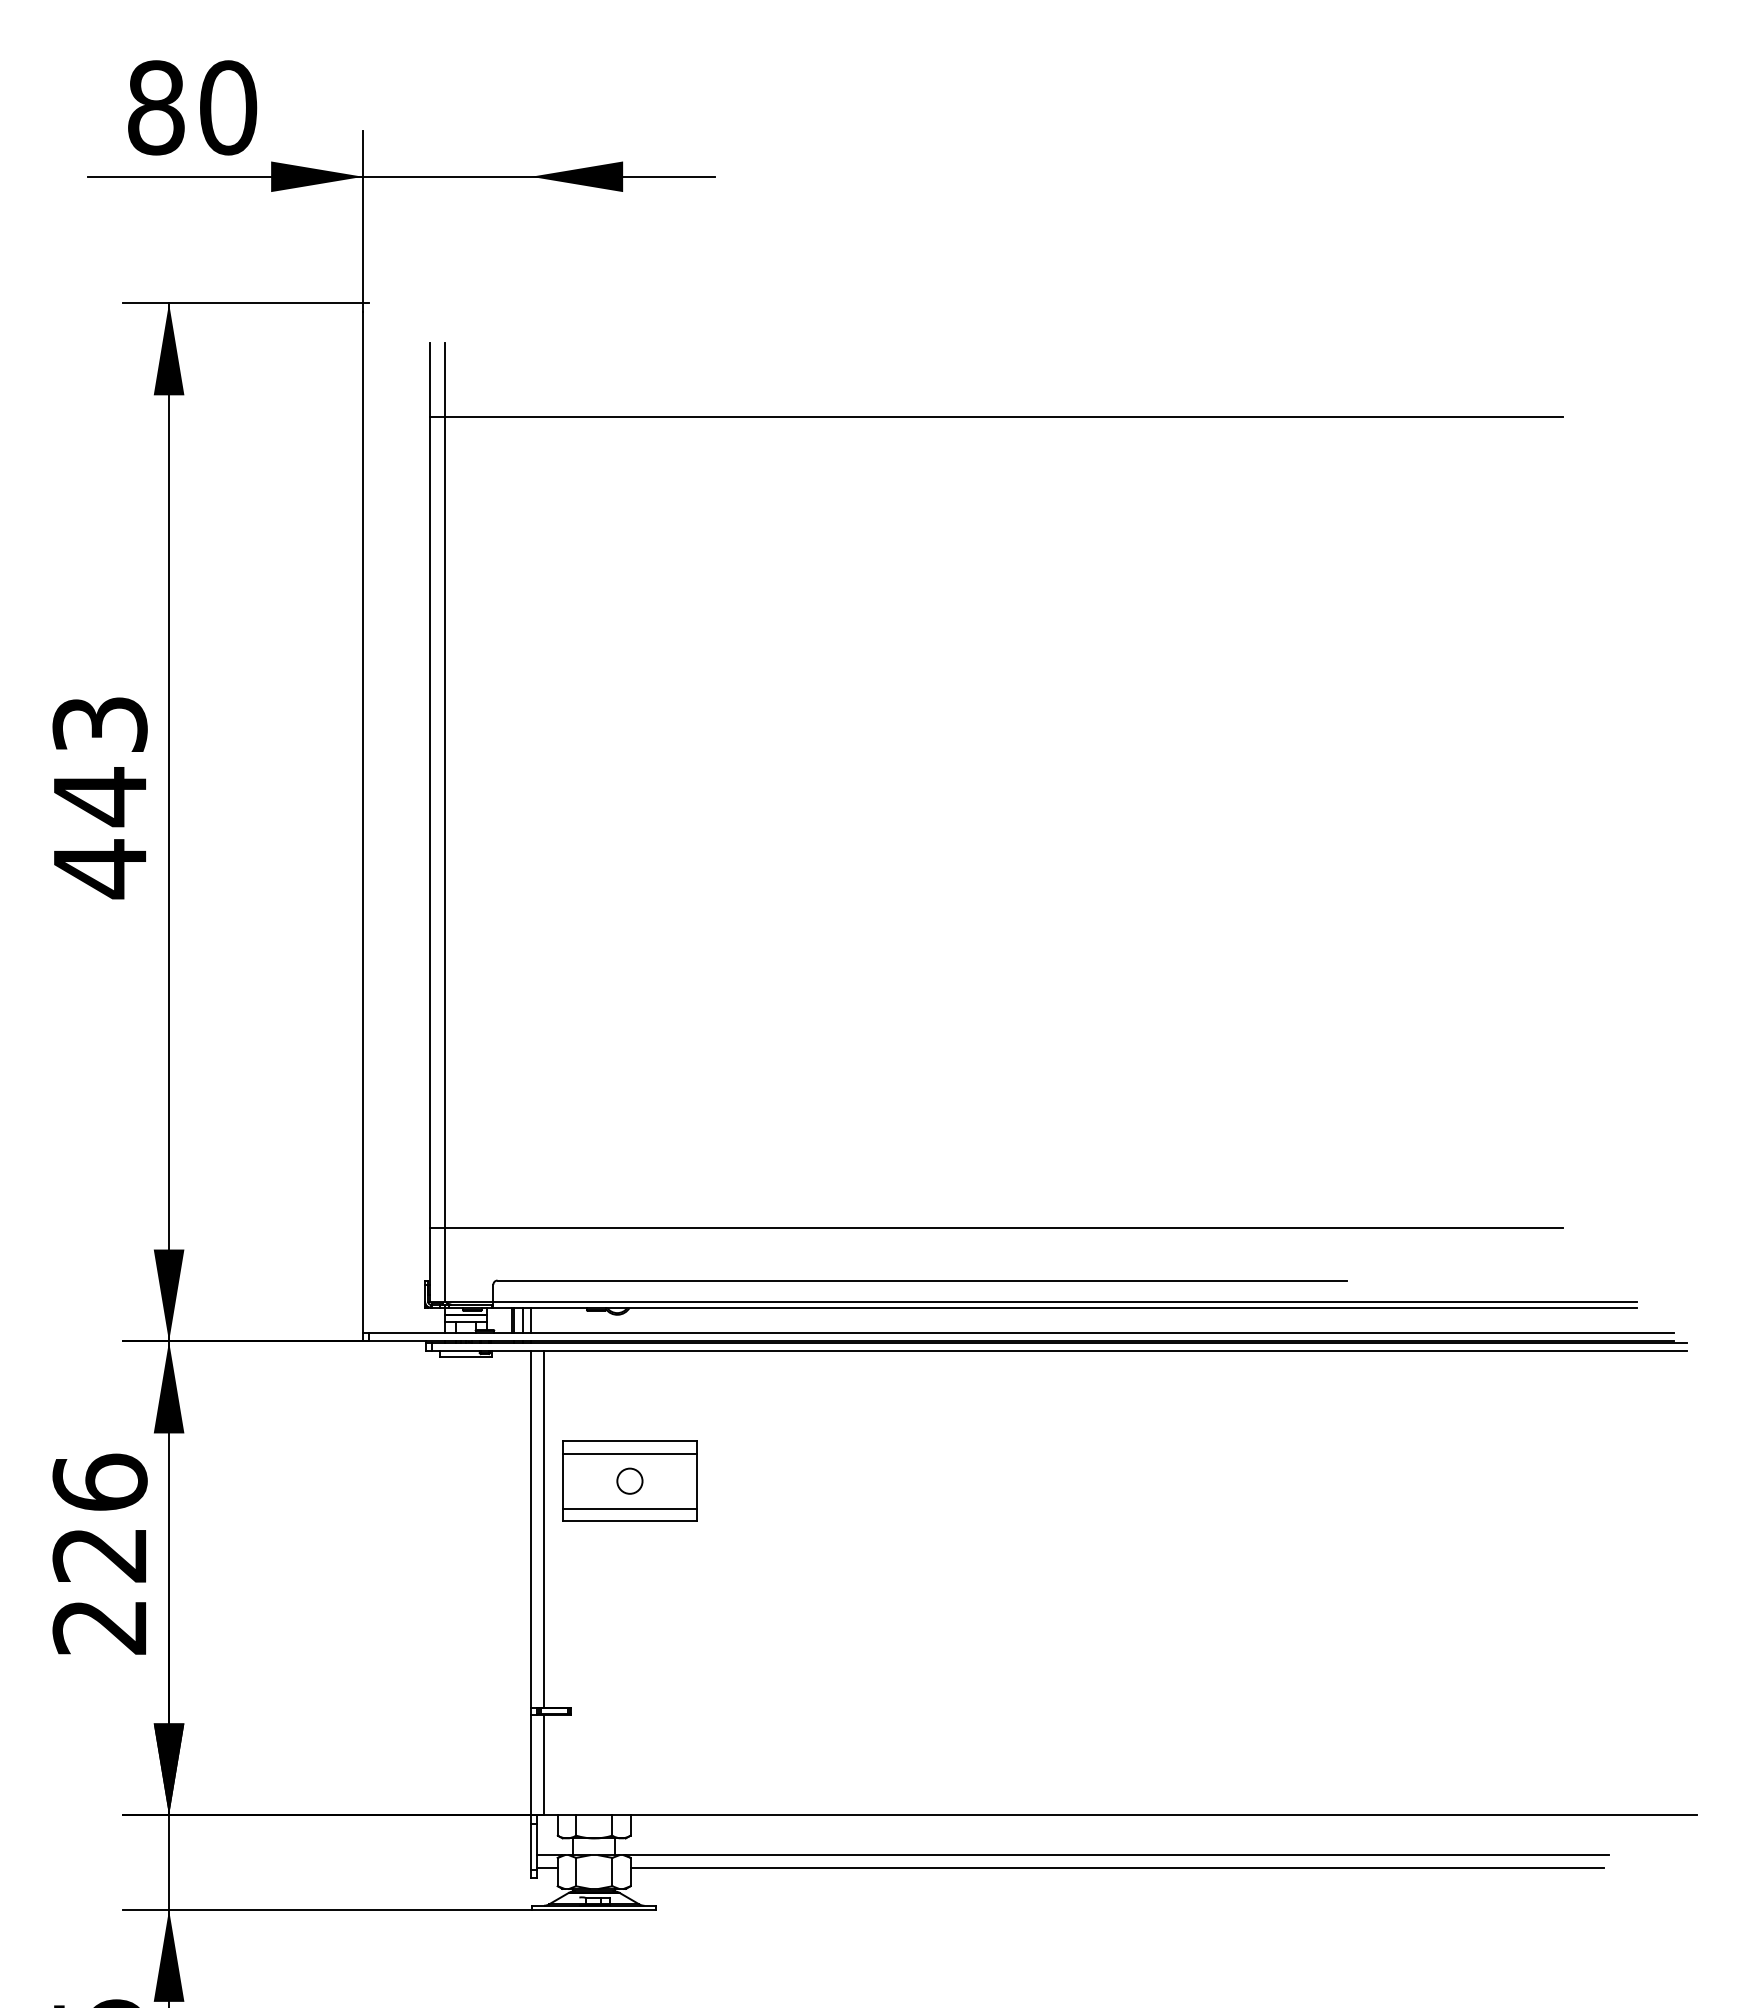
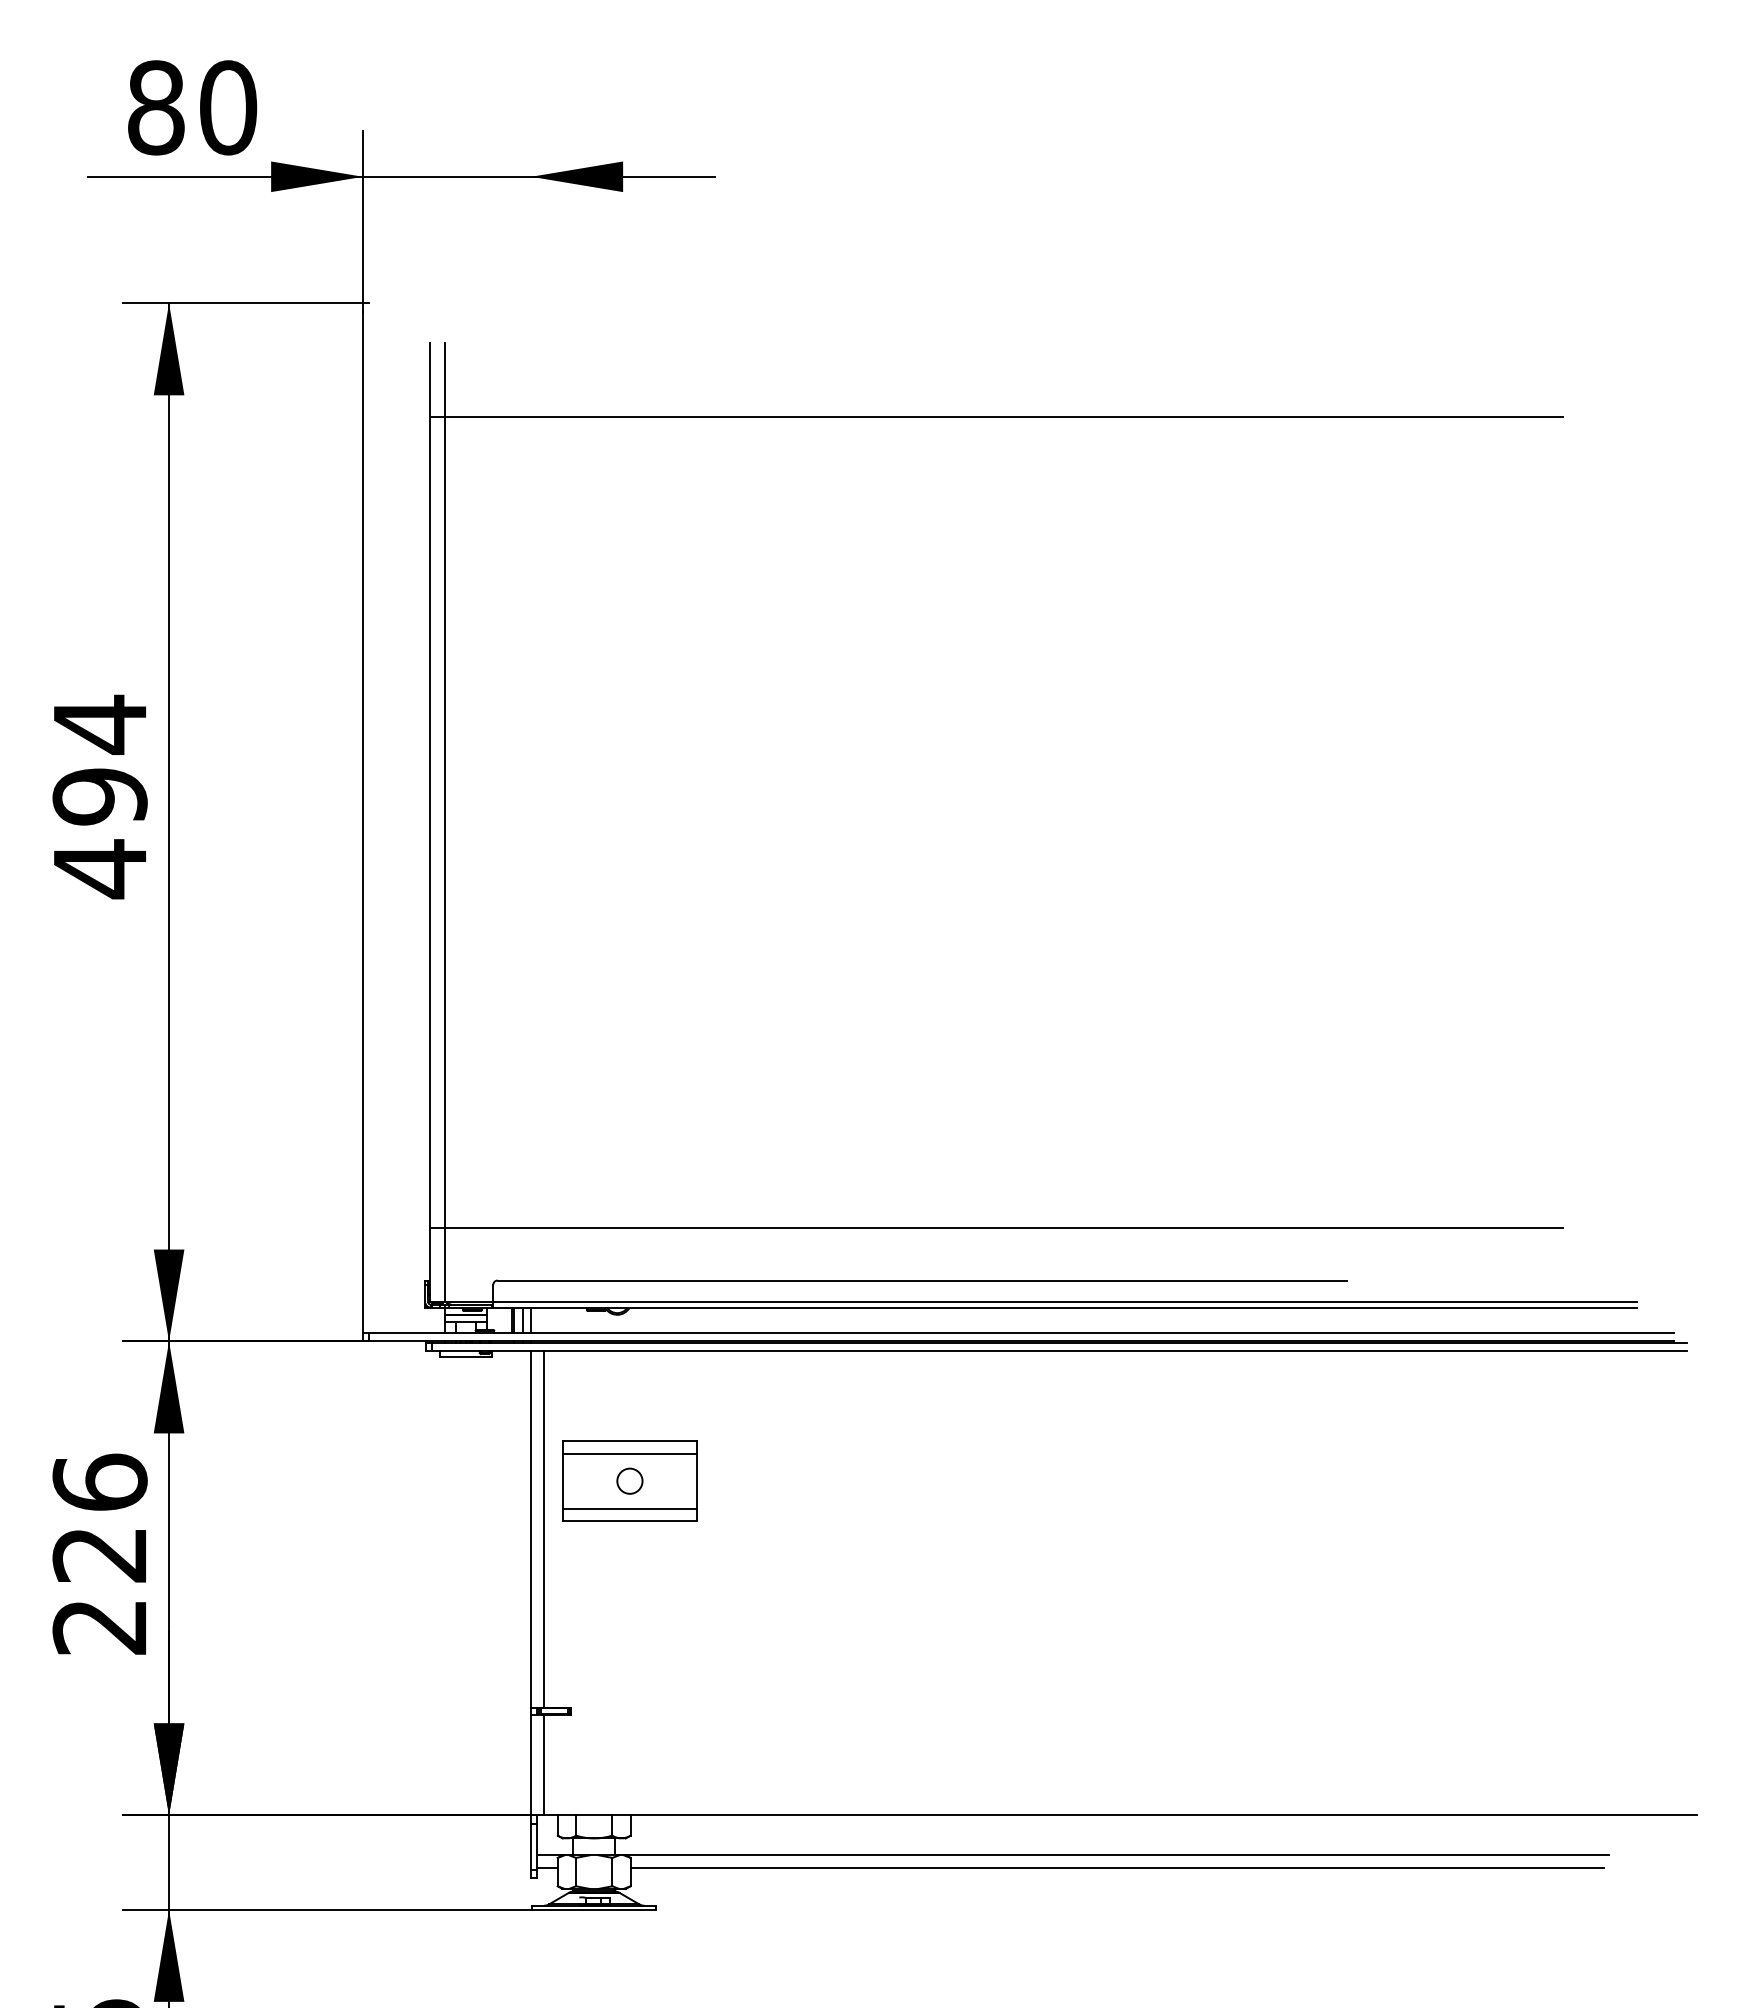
text at (99, 760): 443 -> 494
